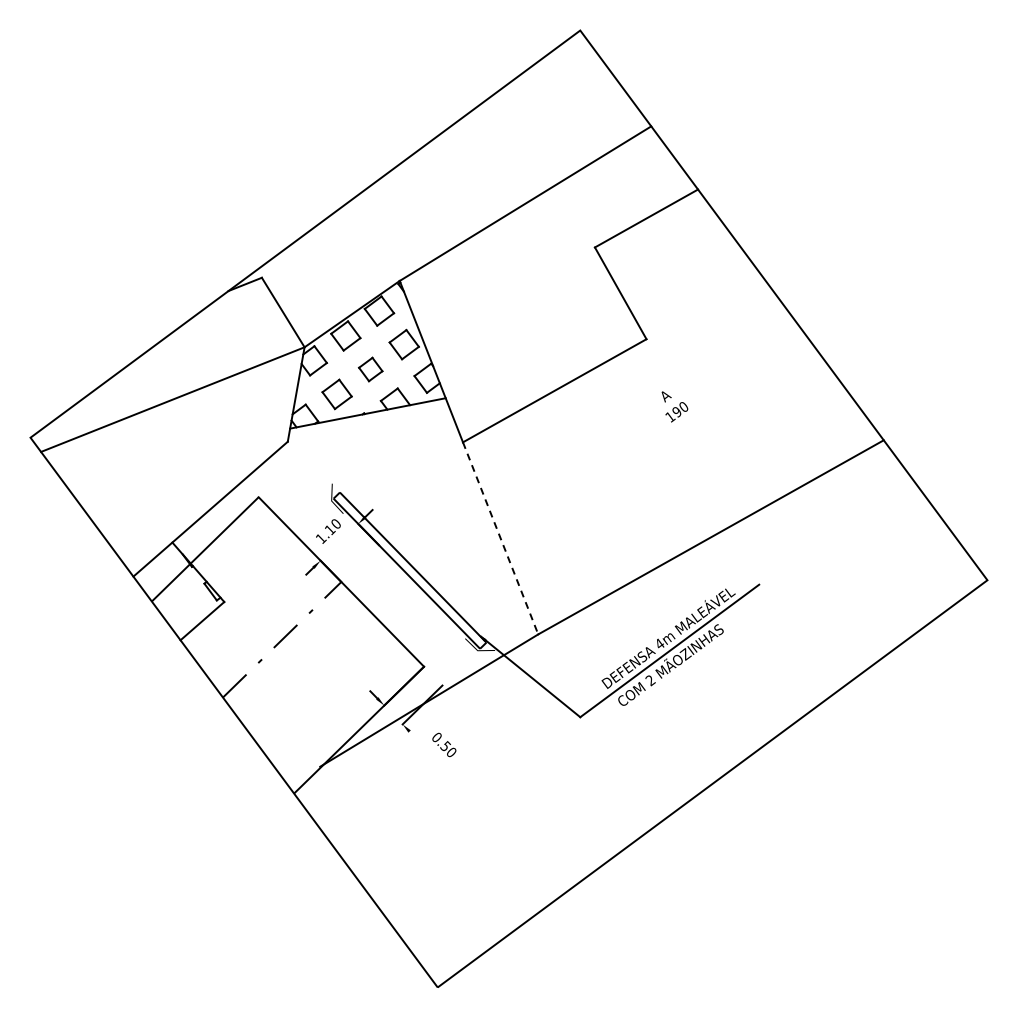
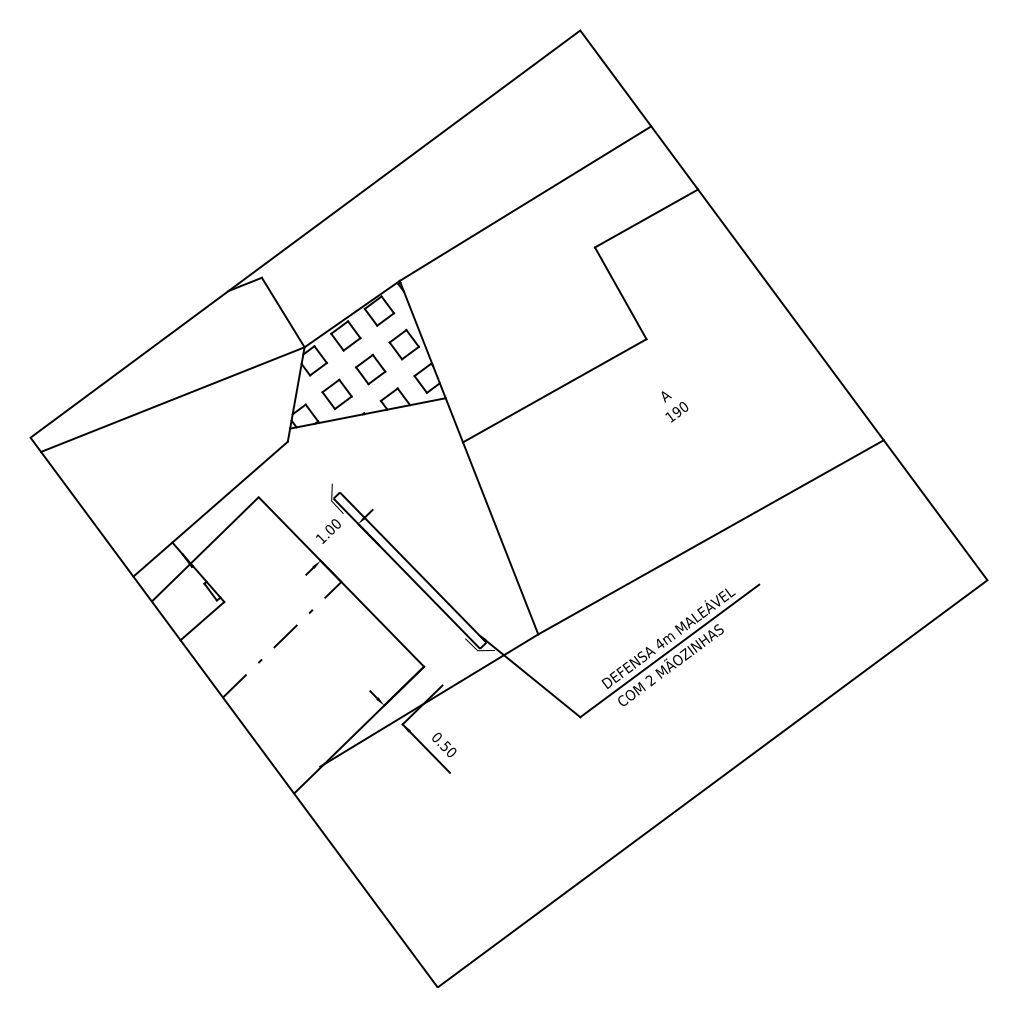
part at (370, 369) size: 27x27 px -> 32x33 px
text at (330, 530): 1.10 -> 1.00
line at (500, 538): dashed -> solid
line at (425, 748): none -> present
